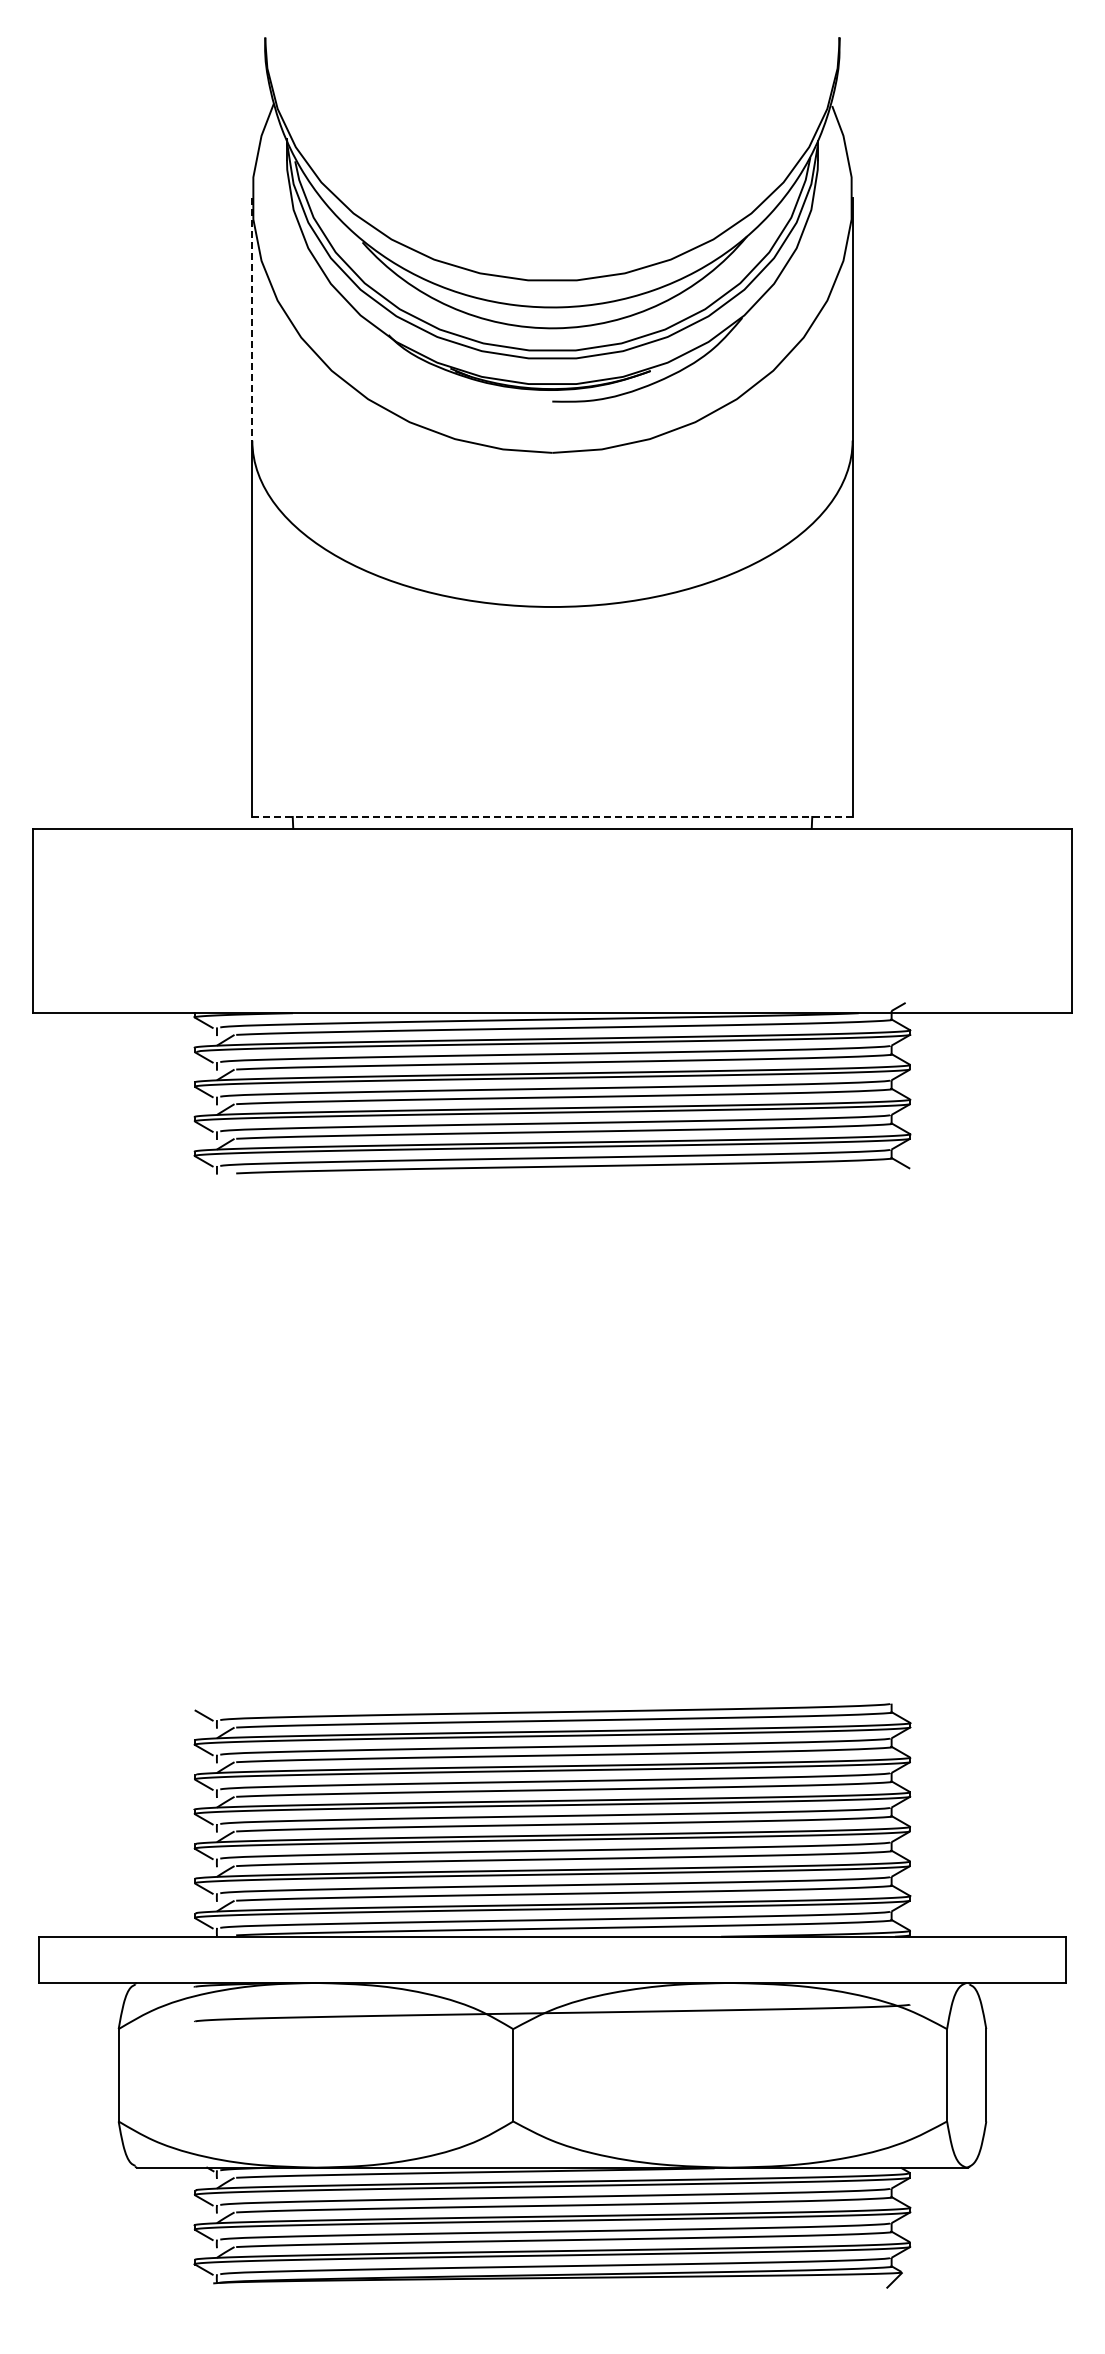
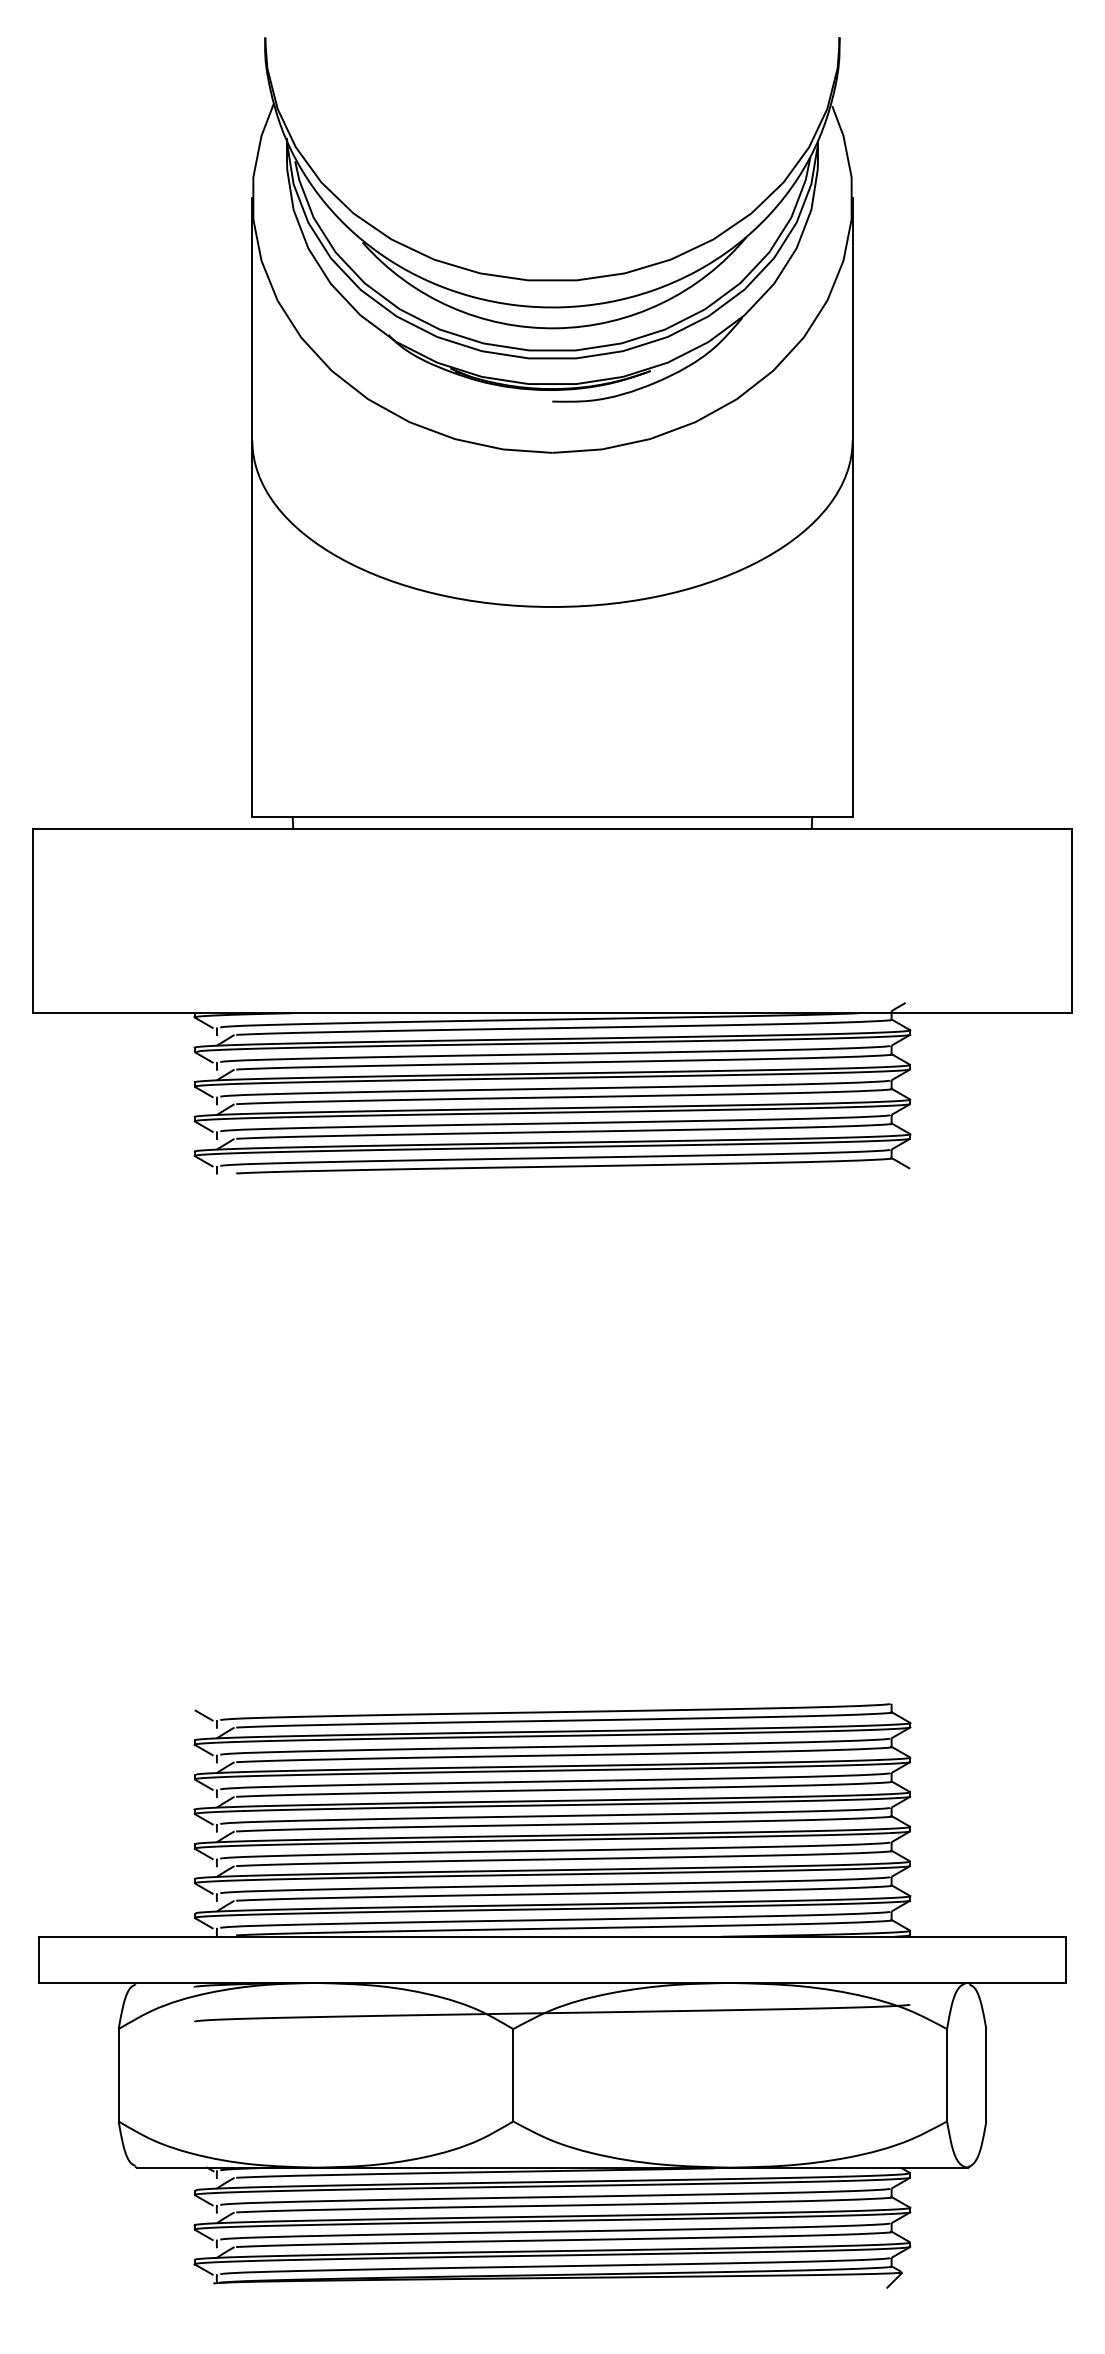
line at (252, 319): dashed -> solid
line at (551, 816): dashed -> solid
